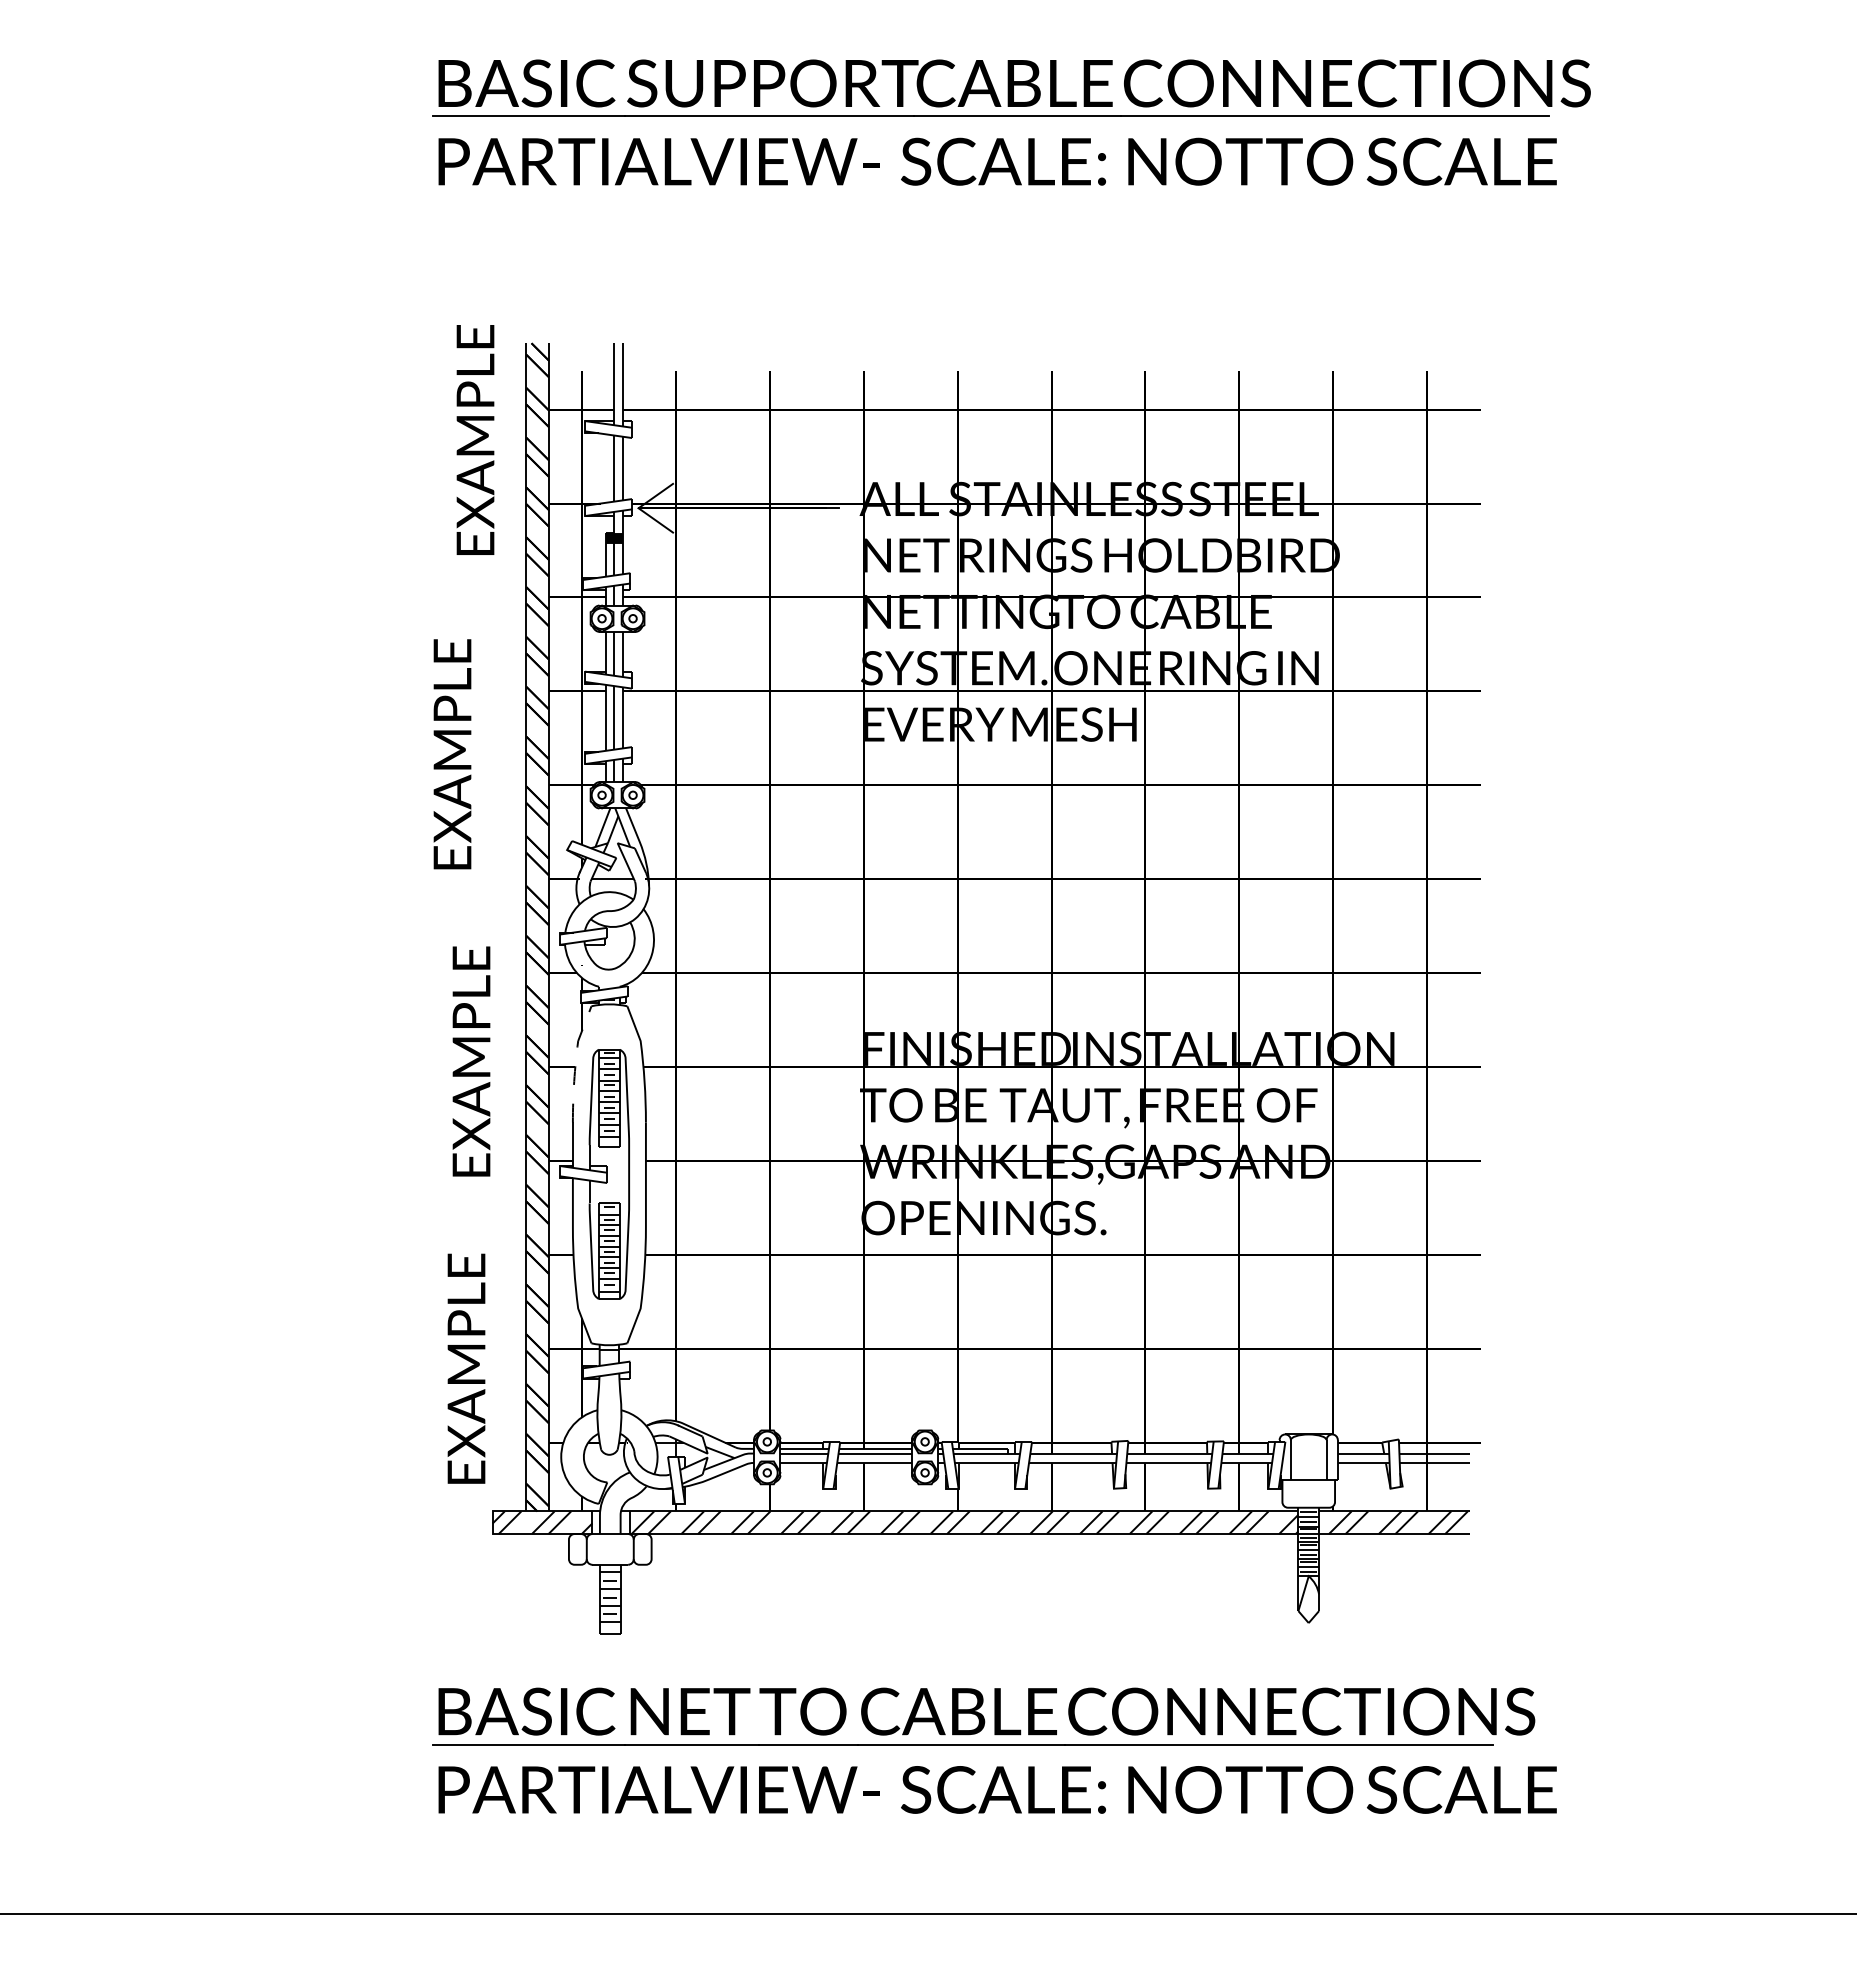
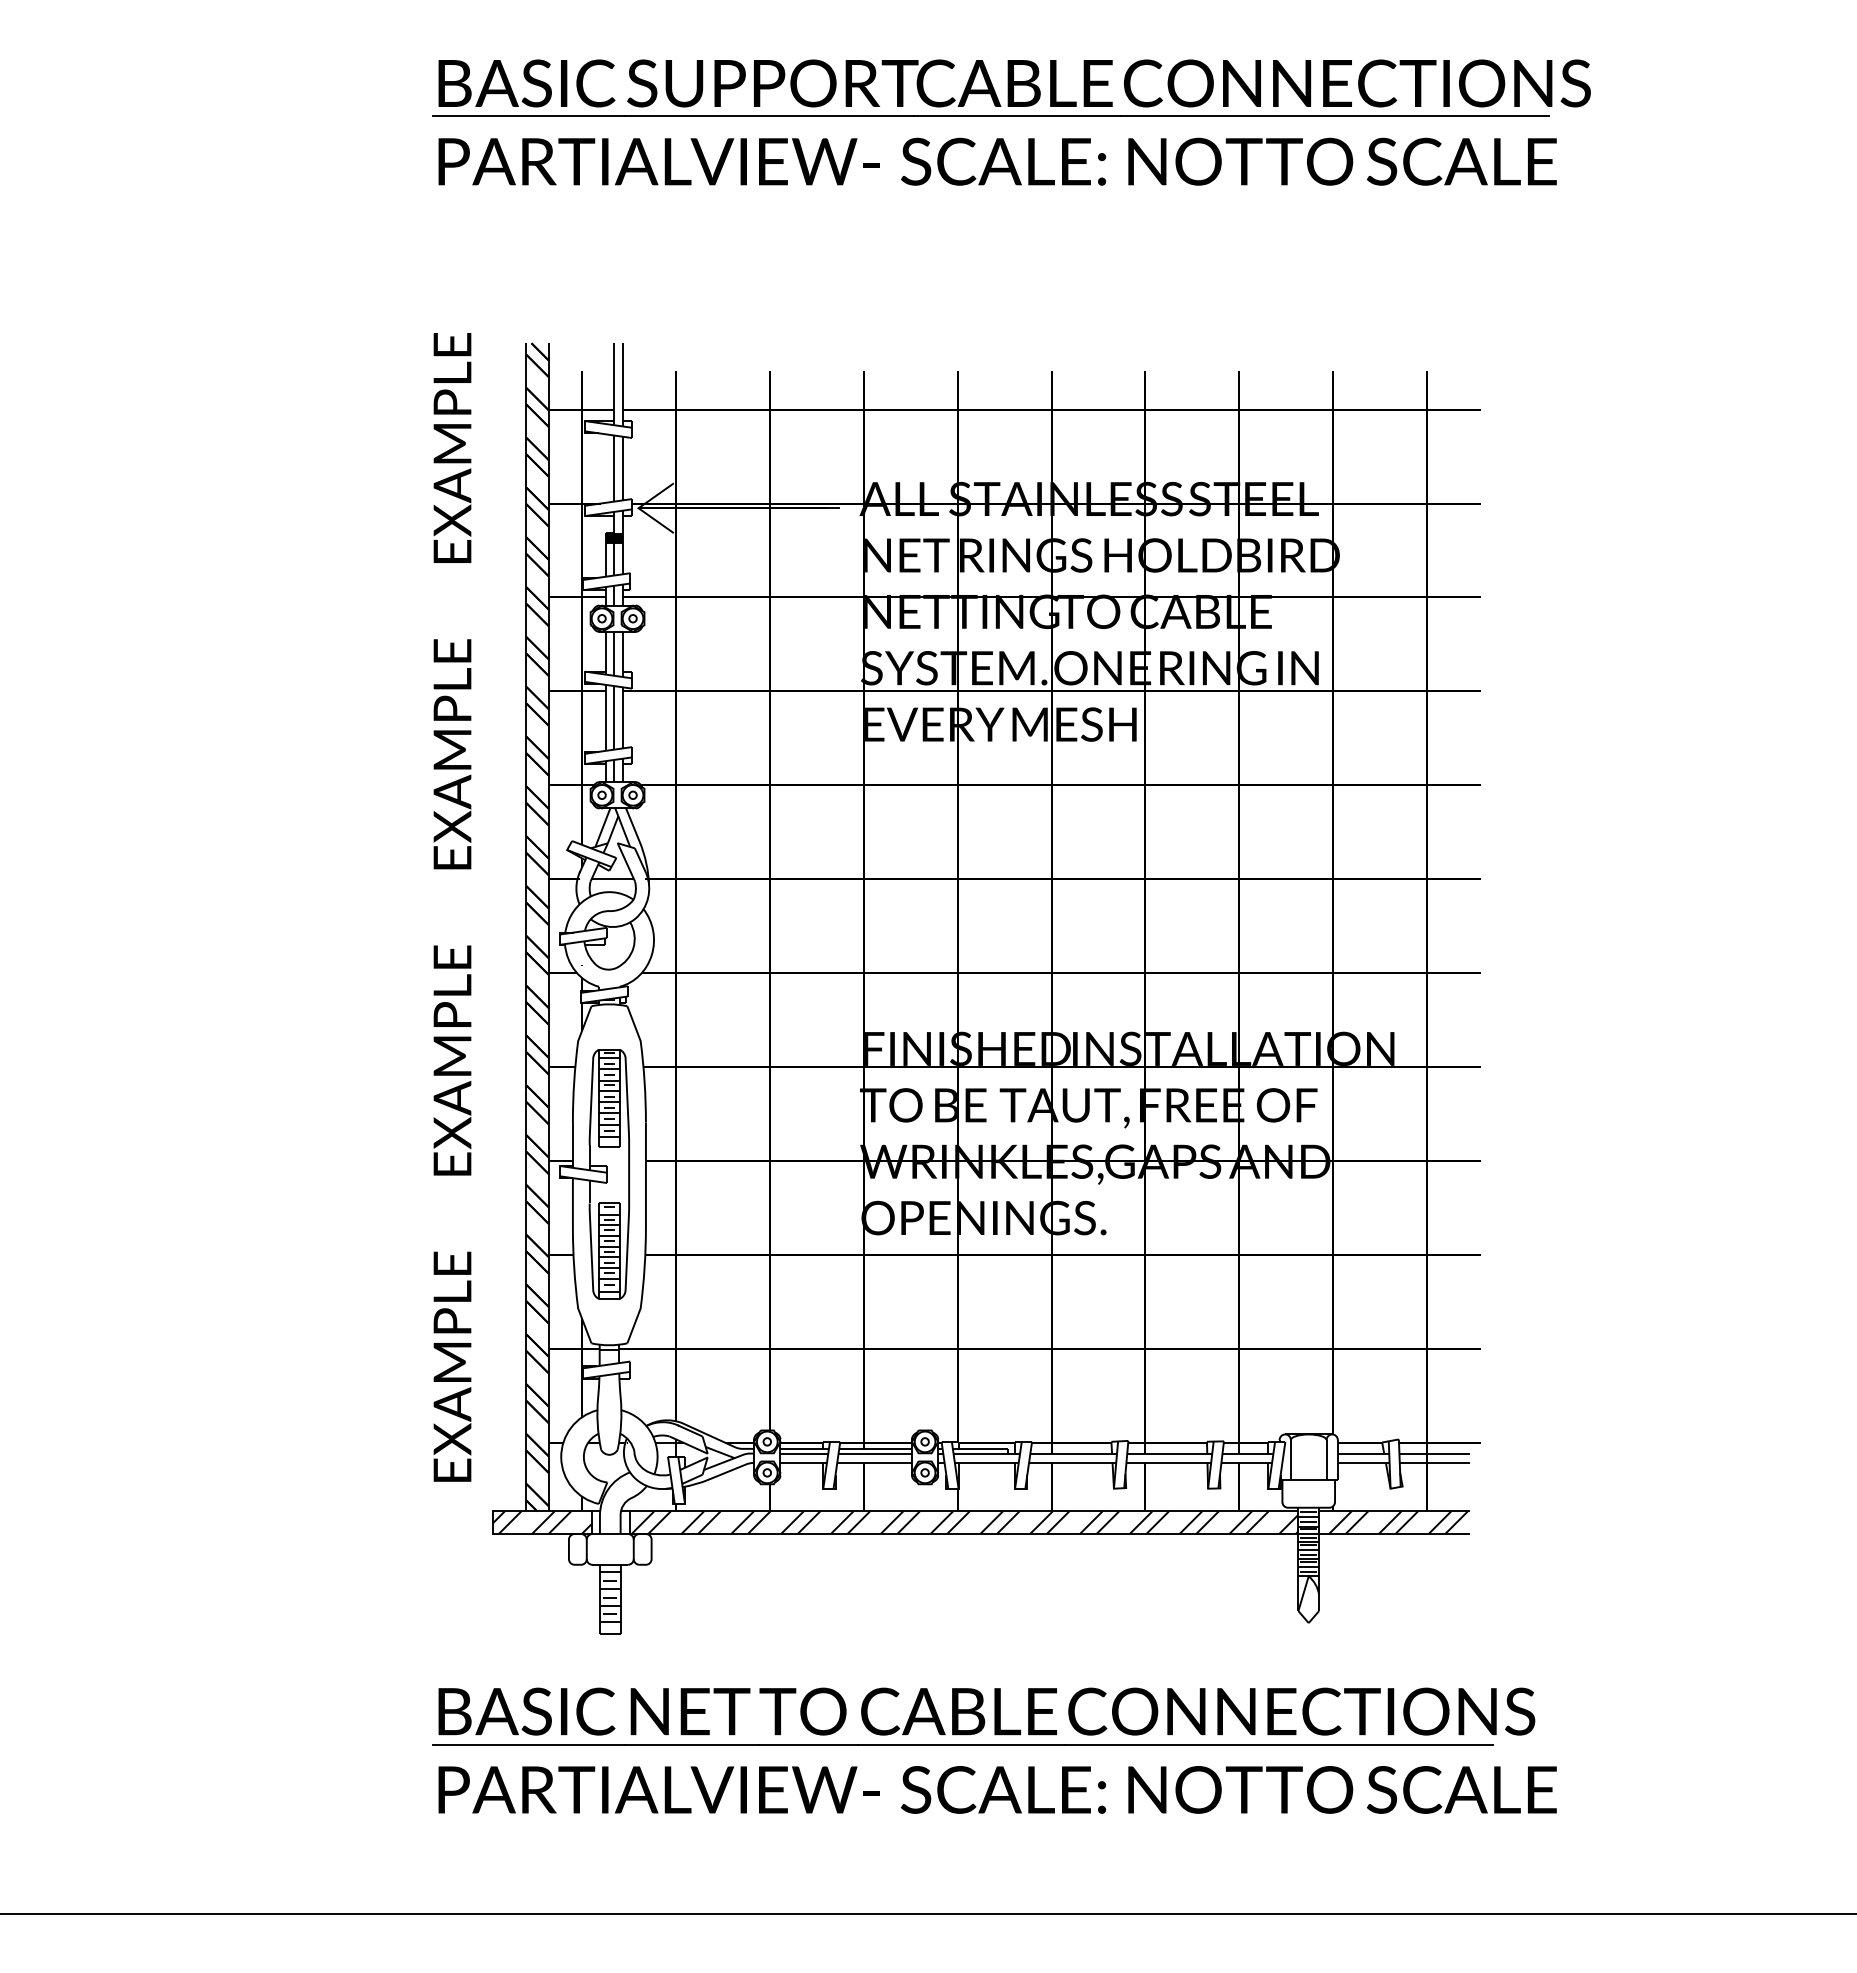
text at (475, 439) position: (475, 439) -> (452, 447)
text at (471, 1061) position: (471, 1061) -> (452, 1060)
line at (575, 1063): dashed -> solid
text at (466, 1368) position: (466, 1368) -> (452, 1366)
